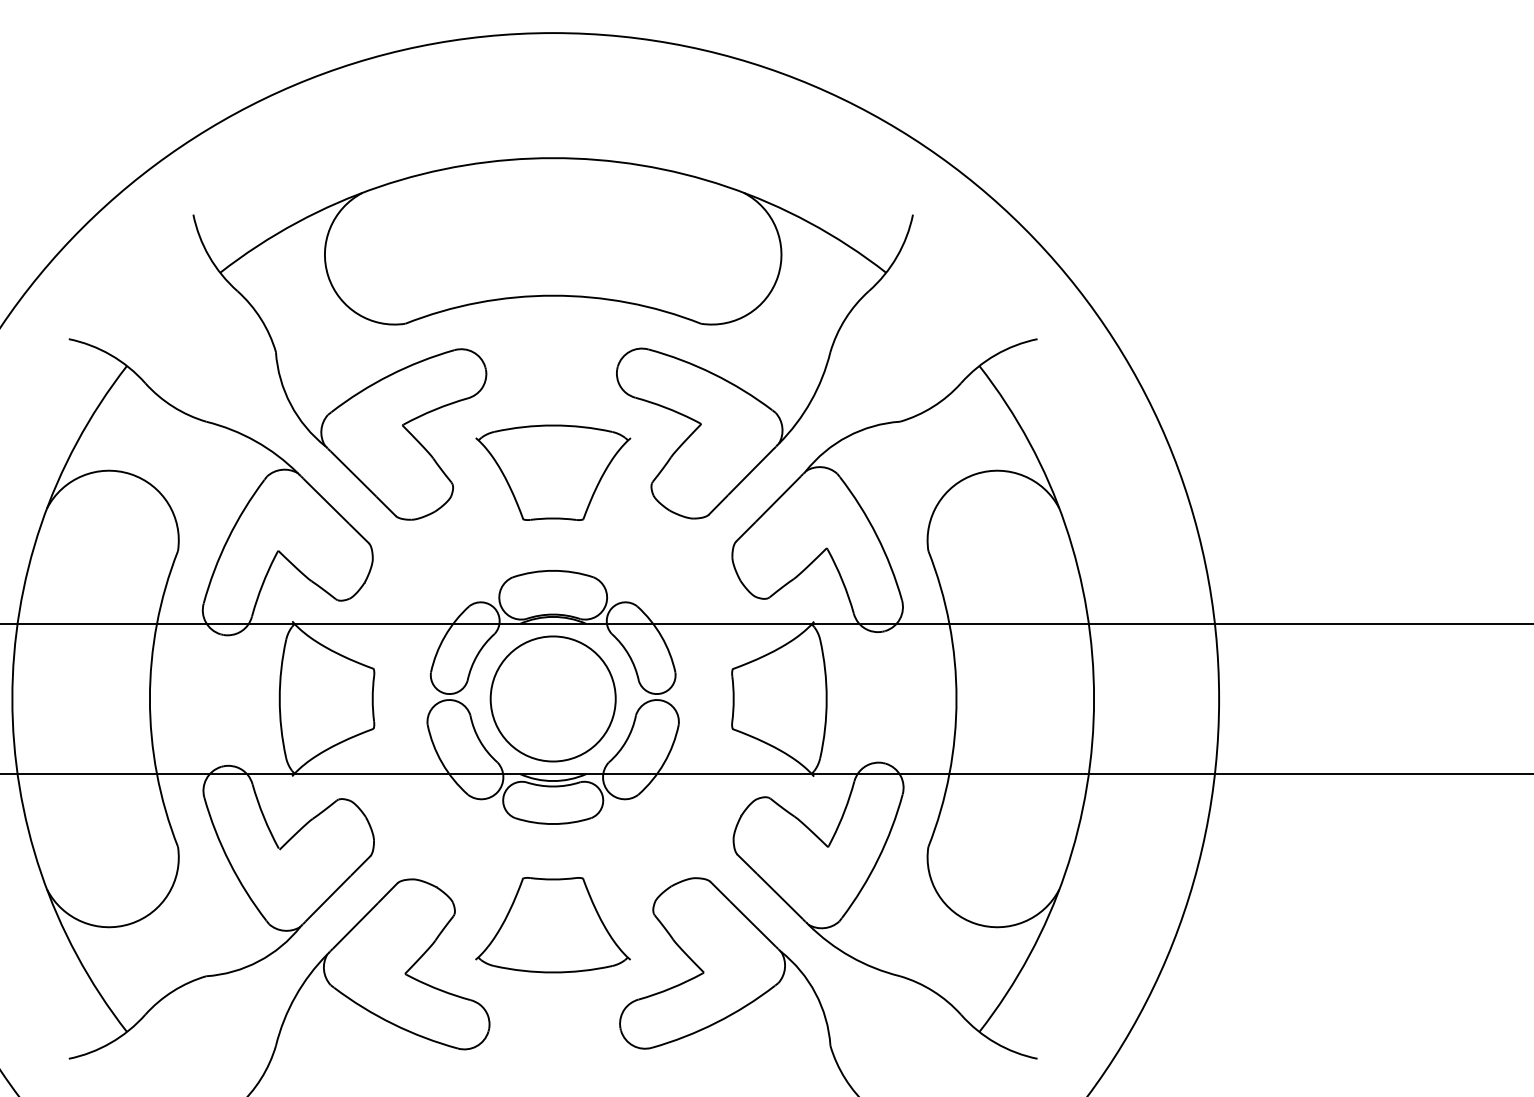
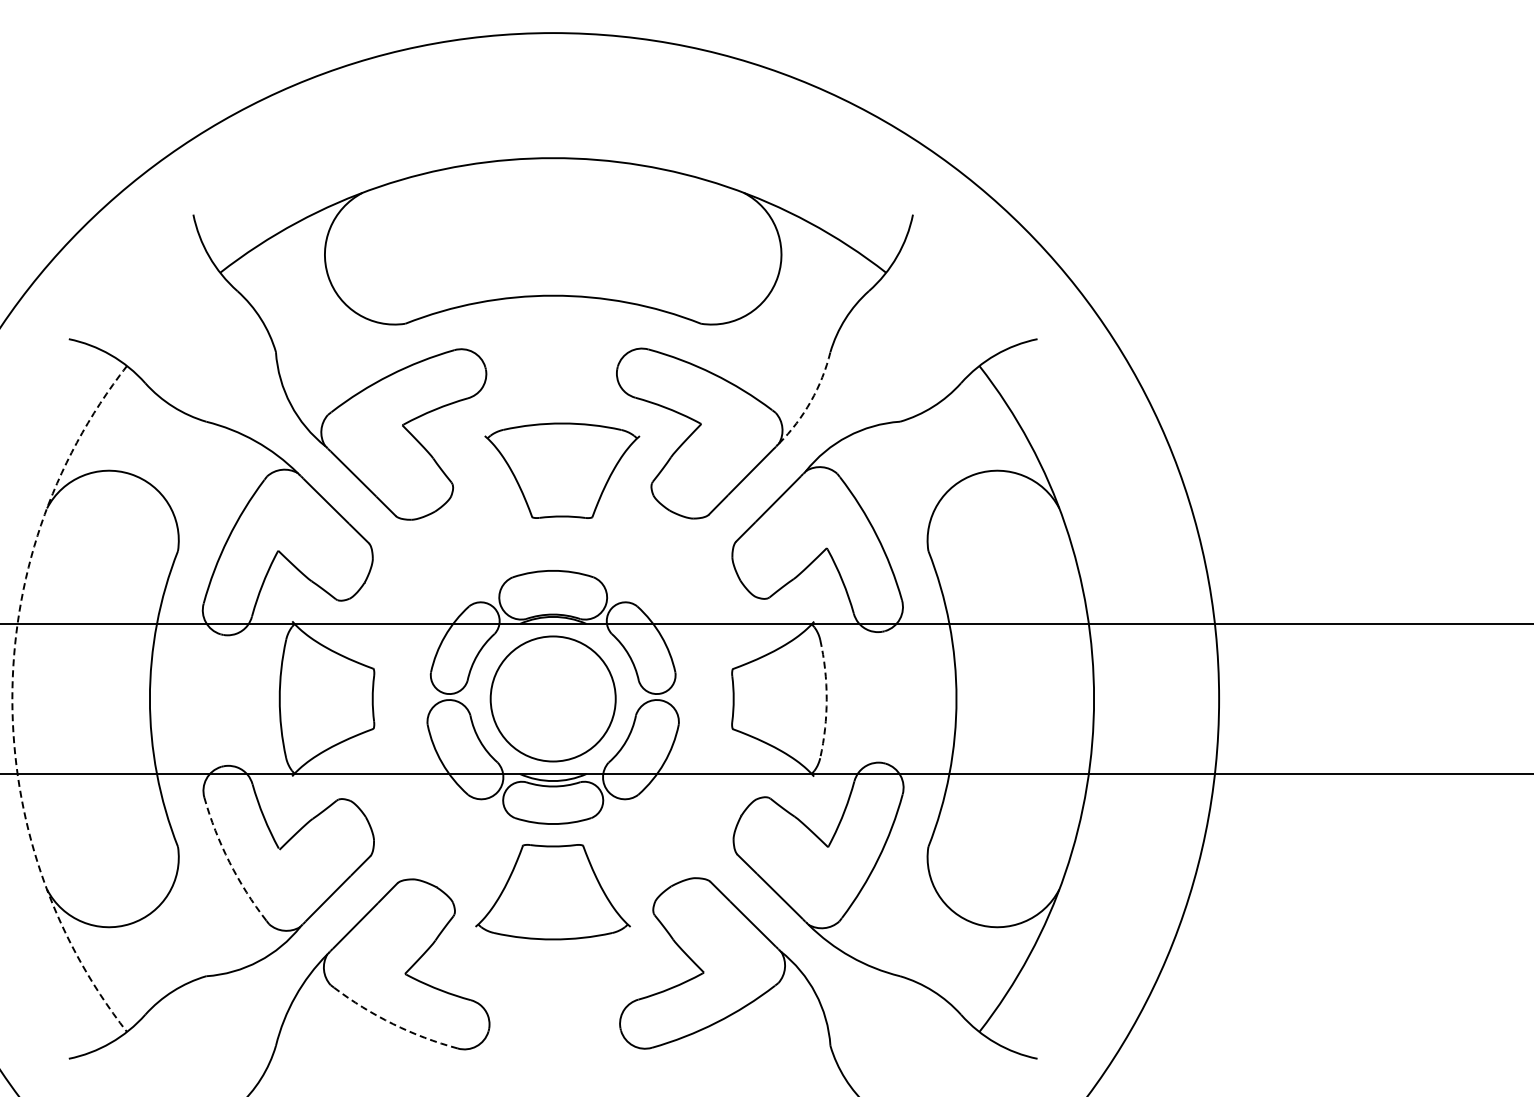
arc at (810, 401): solid -> dashed
part at (553, 472) position: (553, 472) -> (562, 470)
arc at (12, 698): solid -> dashed
arc at (826, 699): solid -> dashed
arc at (229, 862): solid -> dashed
part at (552, 925) position: (552, 925) -> (552, 892)
arc at (393, 1024): solid -> dashed
